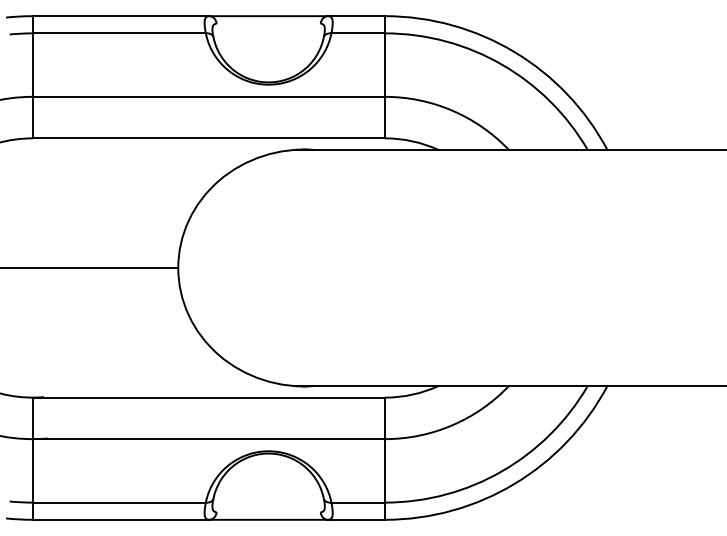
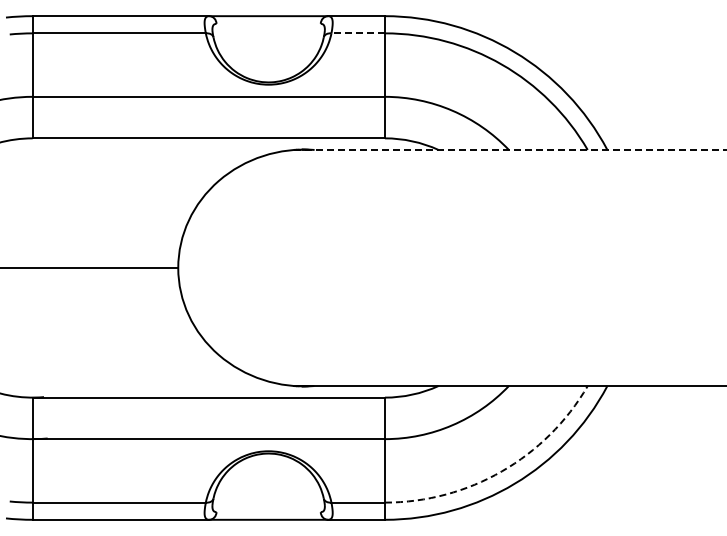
line at (358, 33): solid -> dashed
line at (509, 149): solid -> dashed
arc at (501, 471): solid -> dashed
